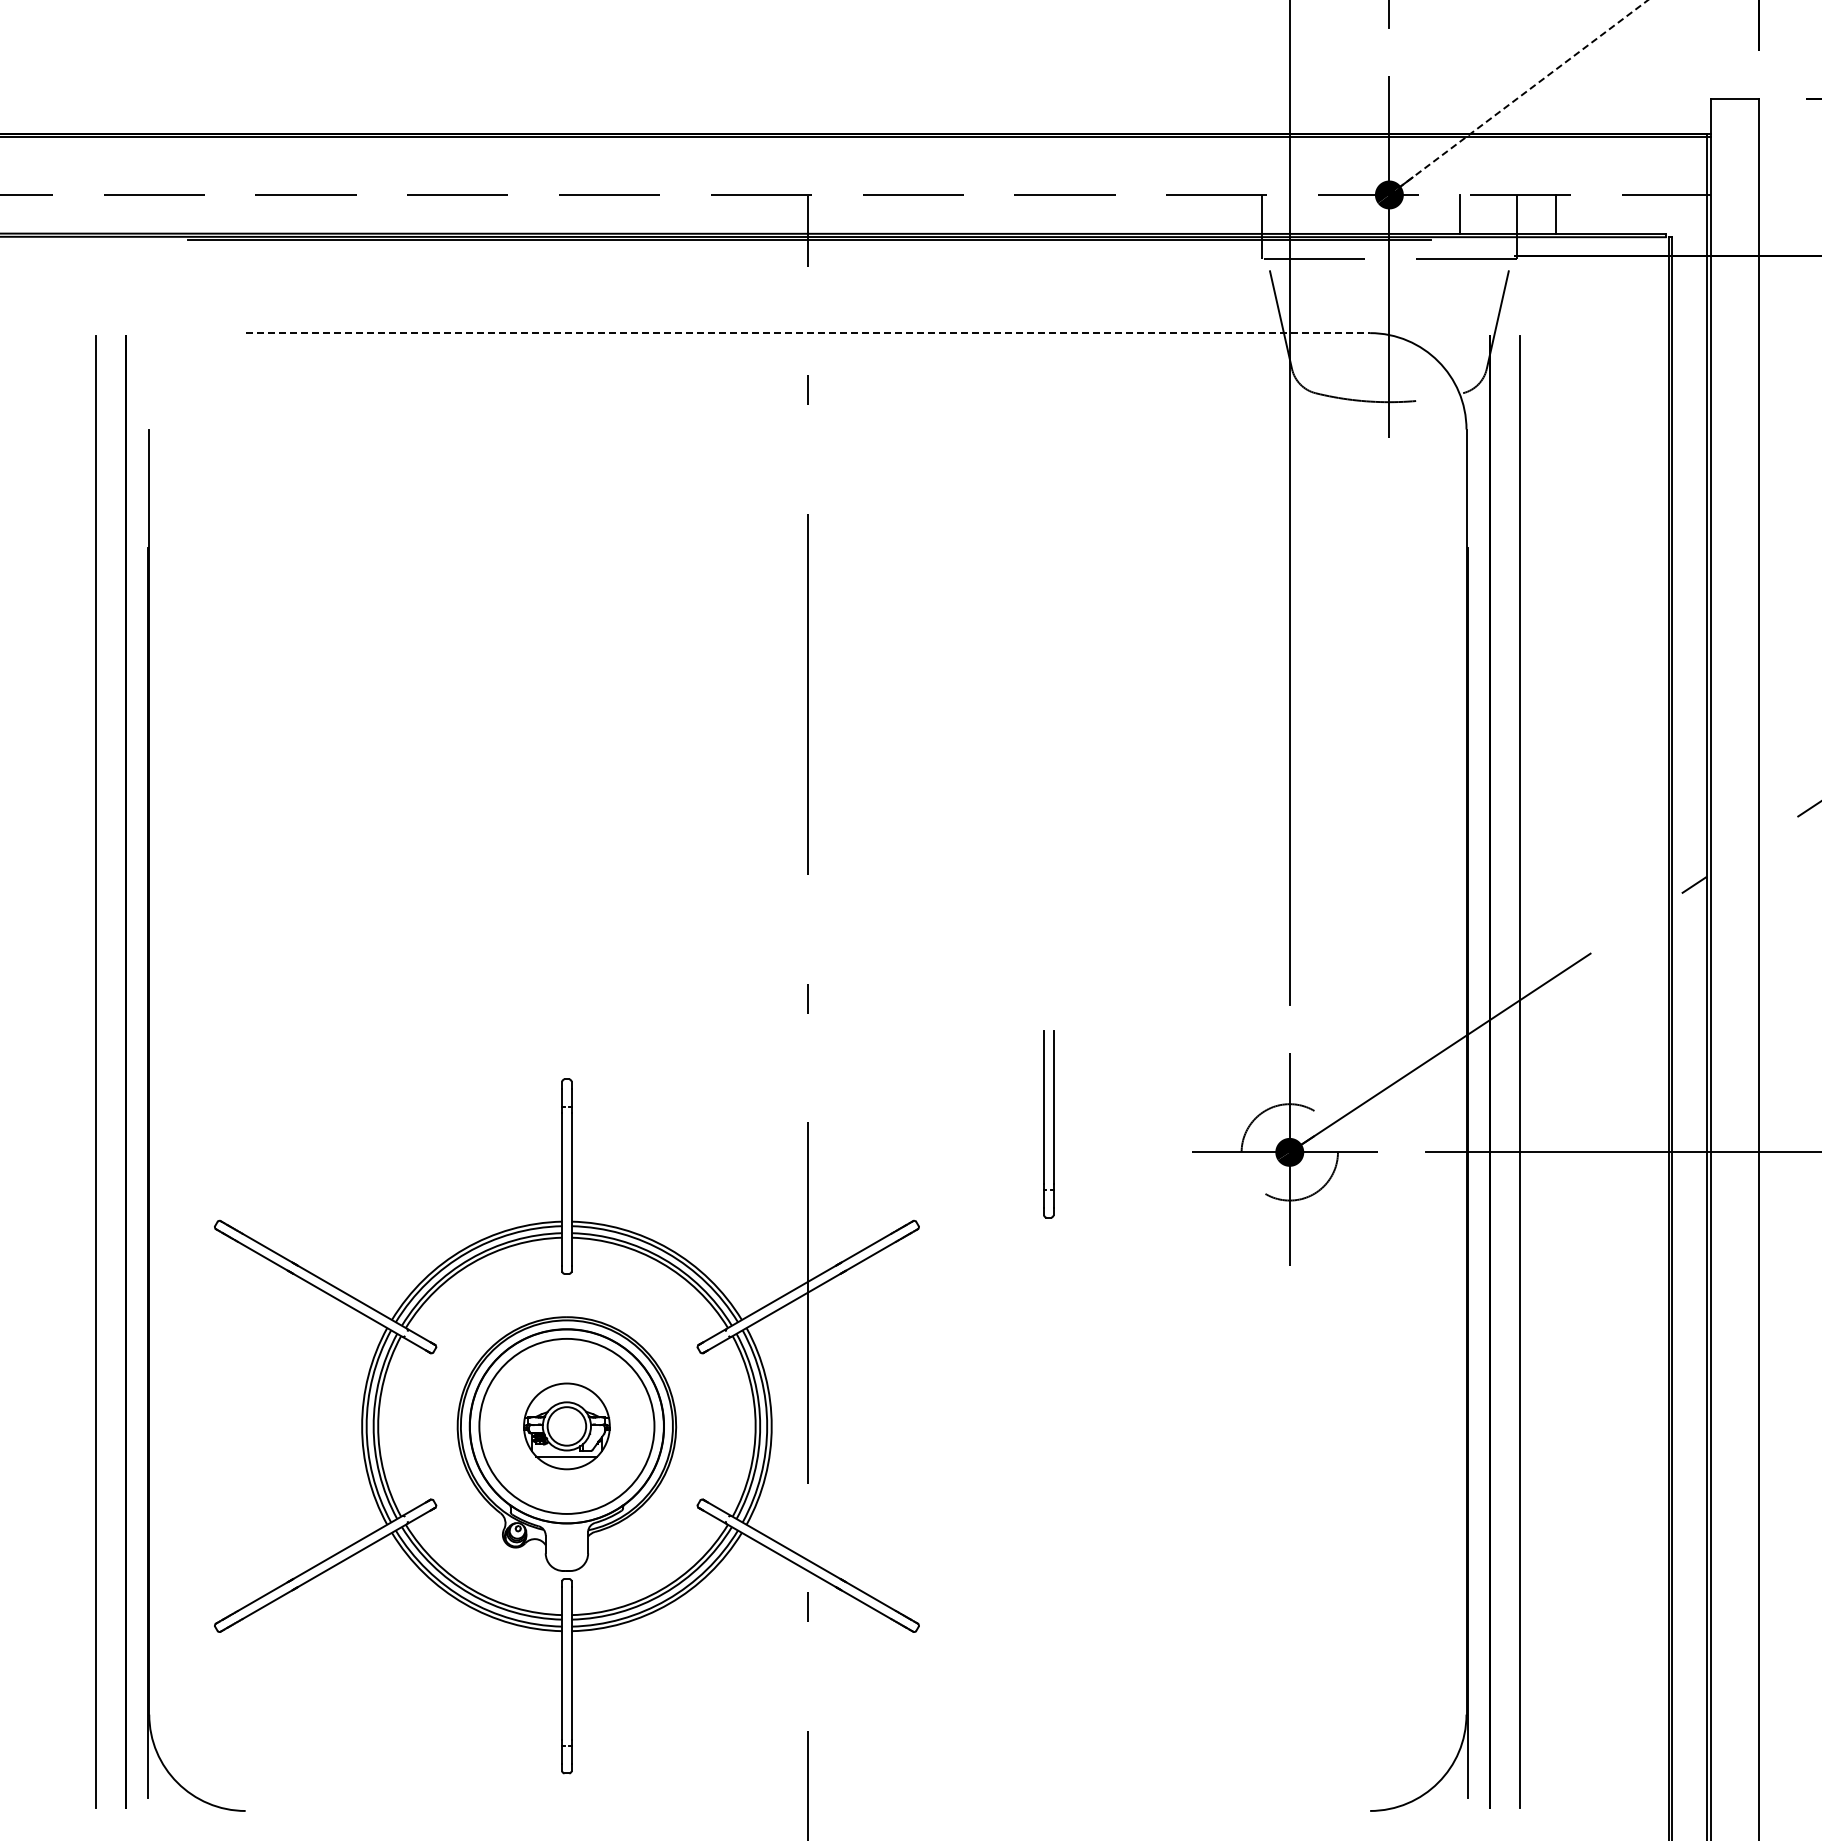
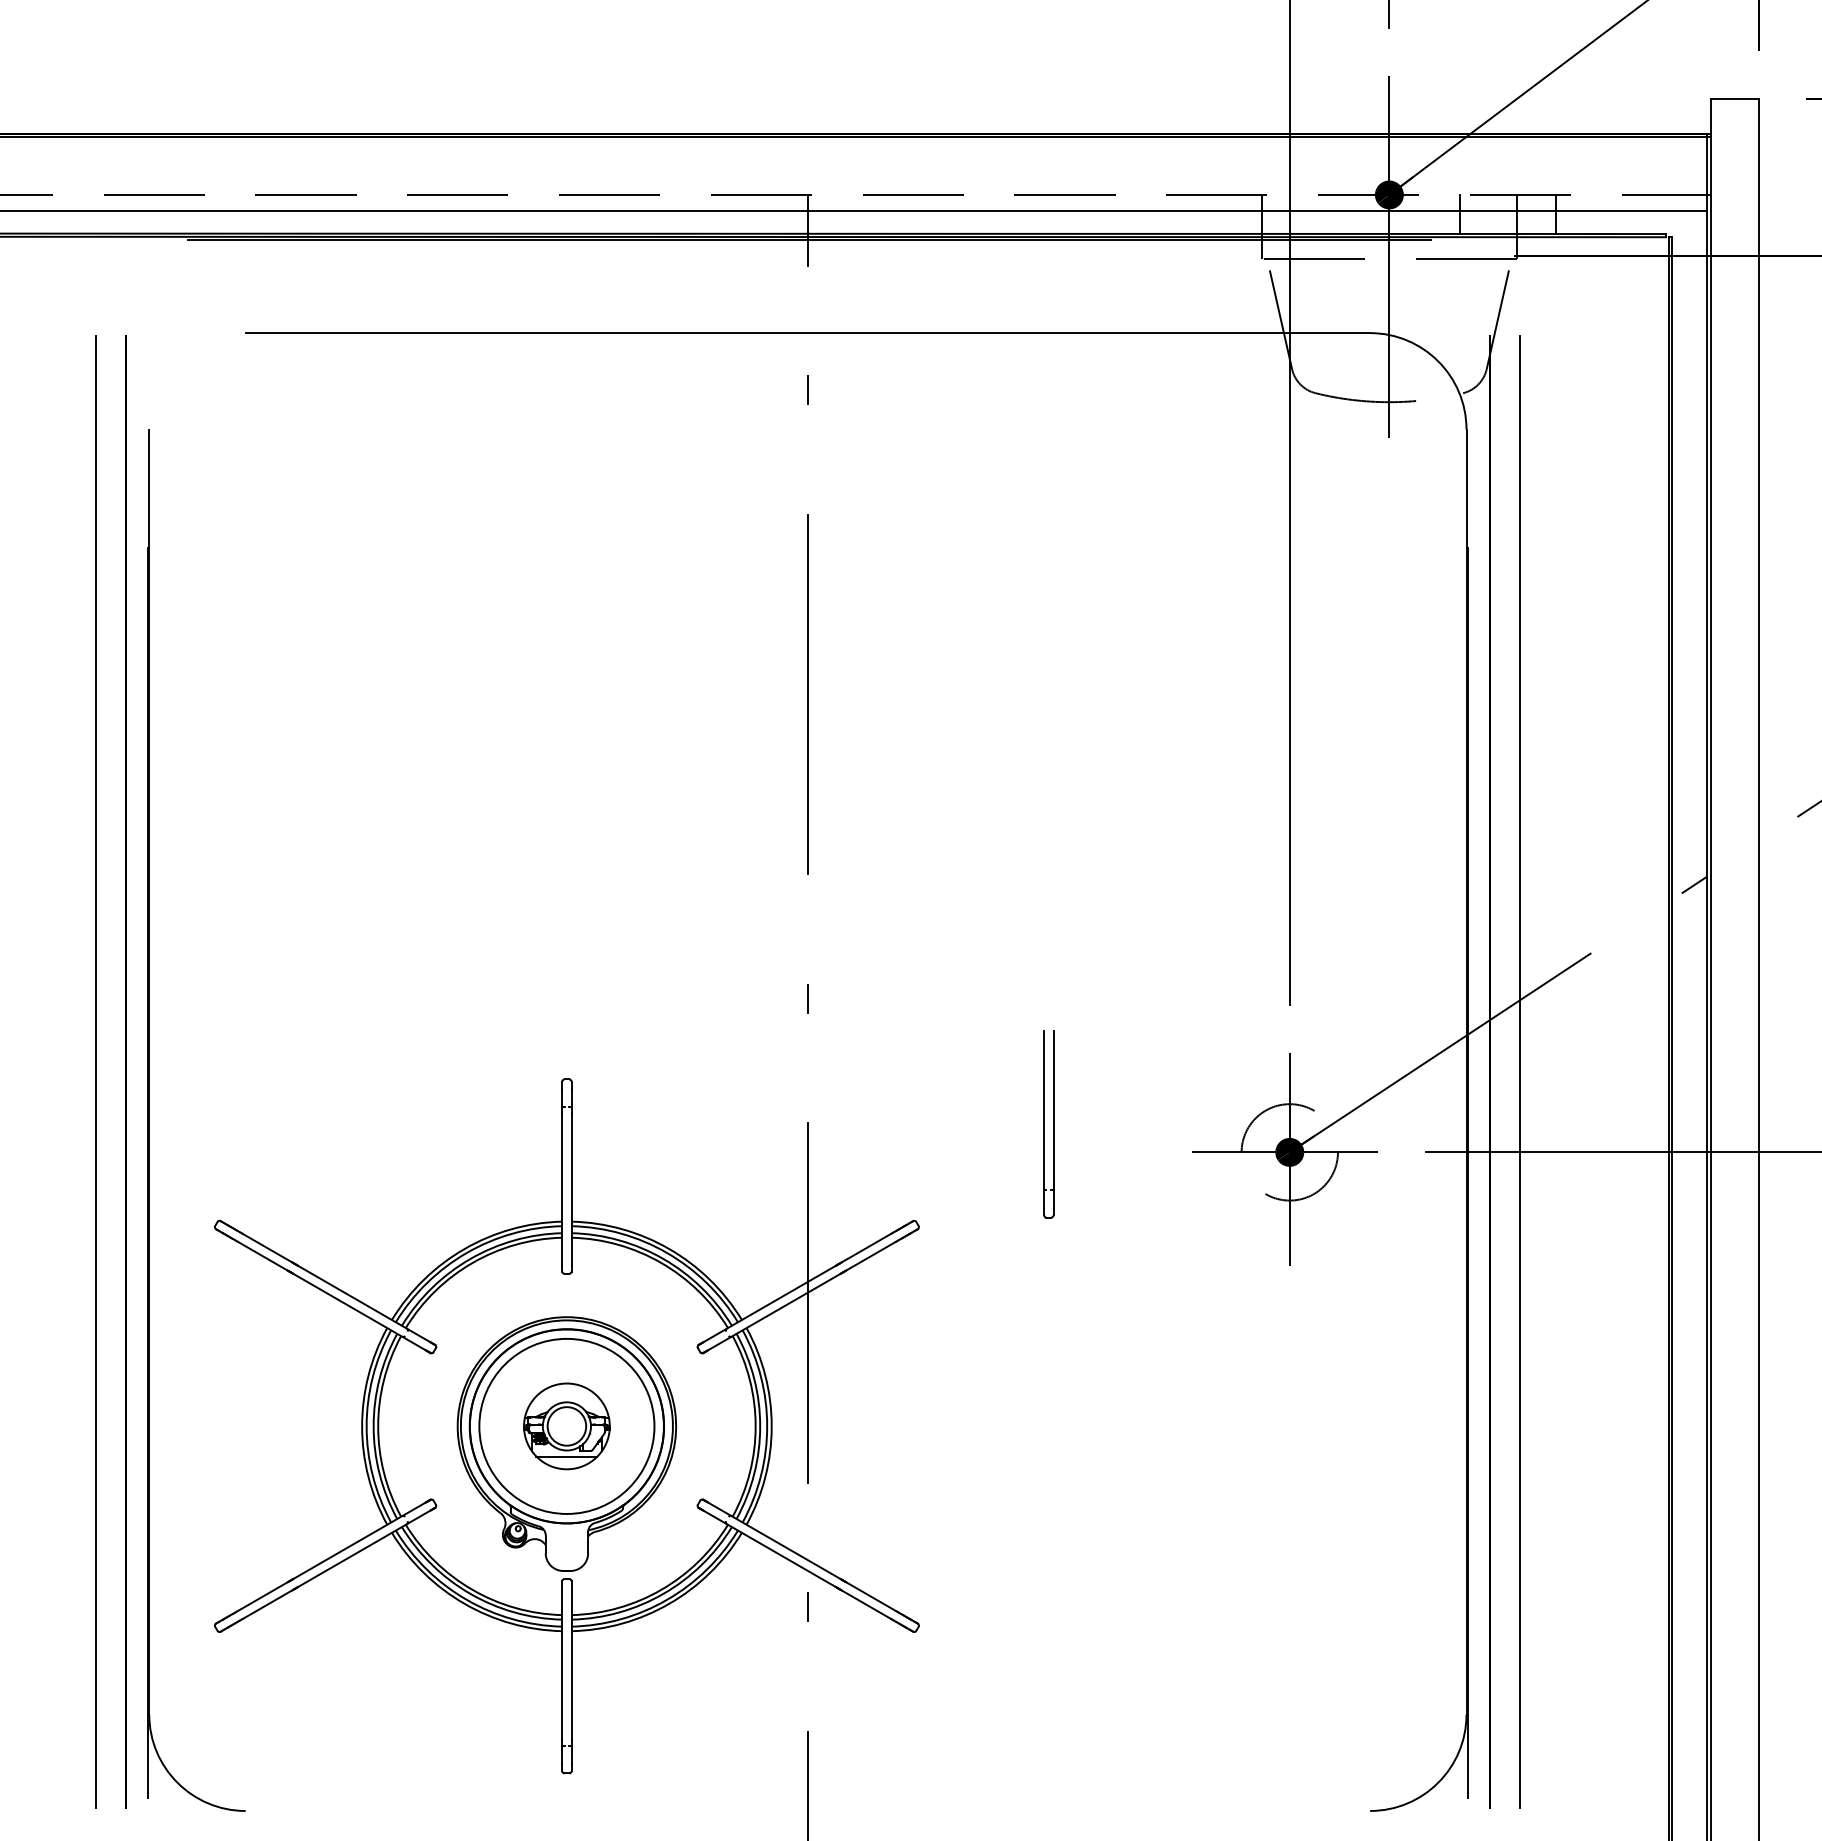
line at (1518, 97): dashed -> solid
line at (854, 211): none -> present
line at (808, 333): dashed -> solid
